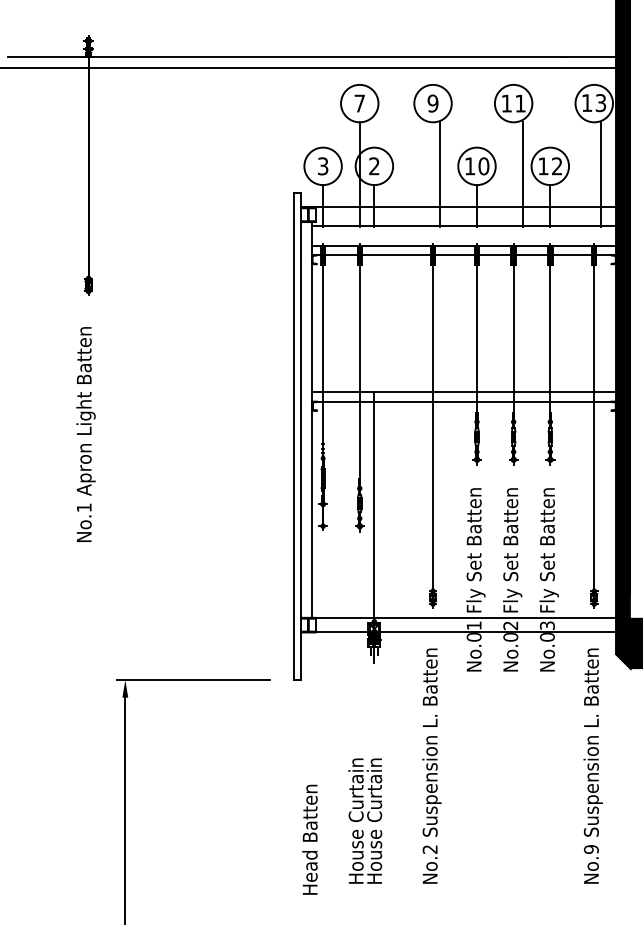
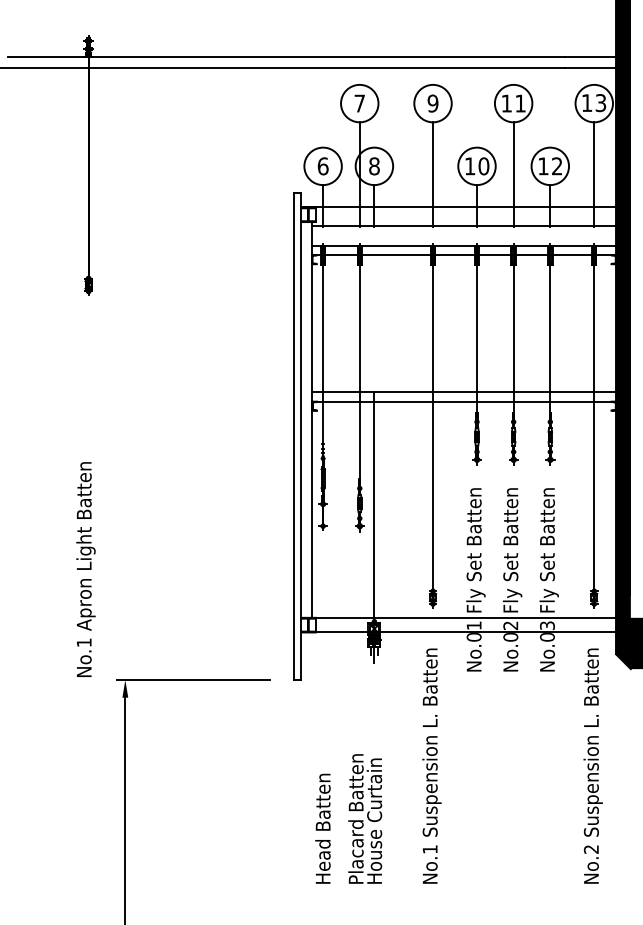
text at (322, 166): 3 -> 6
text at (374, 166): 2 -> 8
line at (440, 174) position: (440, 174) -> (433, 174)
line at (522, 174) position: (522, 174) -> (513, 174)
line at (601, 174) position: (601, 174) -> (594, 174)
text at (85, 434) position: (85, 434) -> (85, 569)
text at (355, 817): House Curtain -> Placard Batten
text at (309, 839) position: (309, 839) -> (322, 828)
text at (429, 849): No.2 -> No.1
text at (591, 849): No.9 -> No.2
